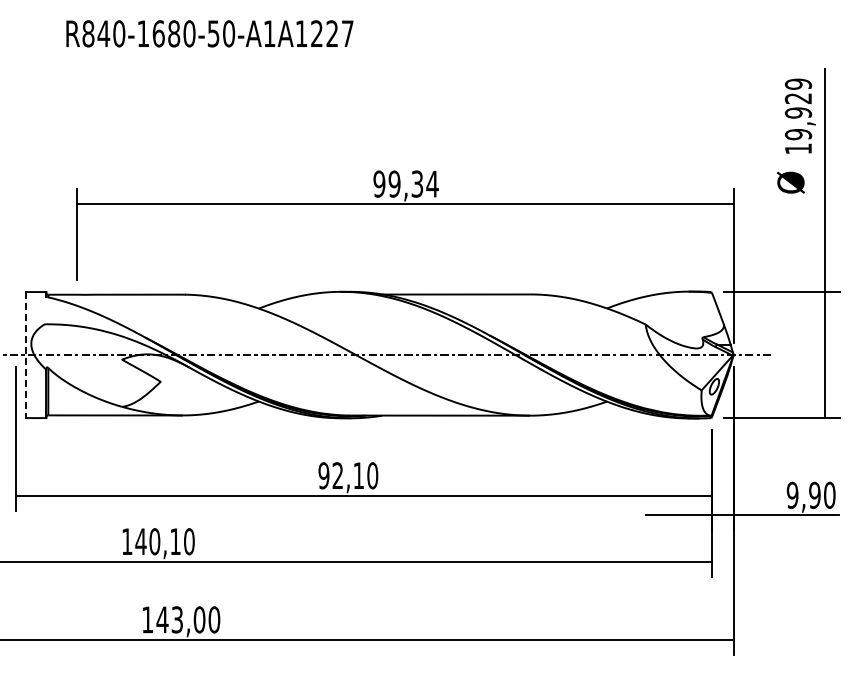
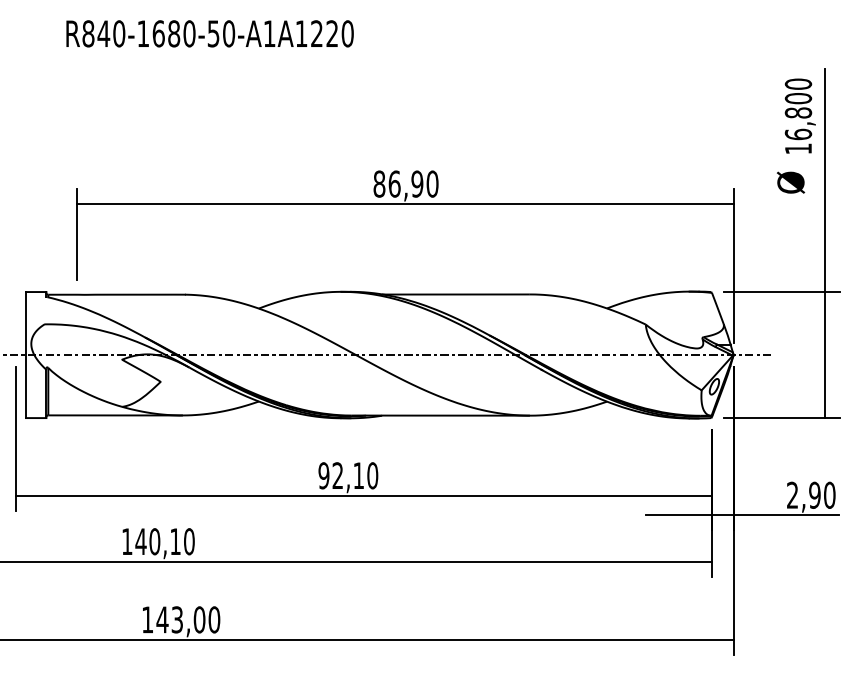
text at (347, 33): R840-1680-50-A1A1227 -> R840-1680-50-A1A1220
text at (798, 109): 19,929 -> 16,800
text at (405, 183): 99,34 -> 86,90
line at (25, 355): dashed -> solid
text at (792, 494): 9,90 -> 2,90
